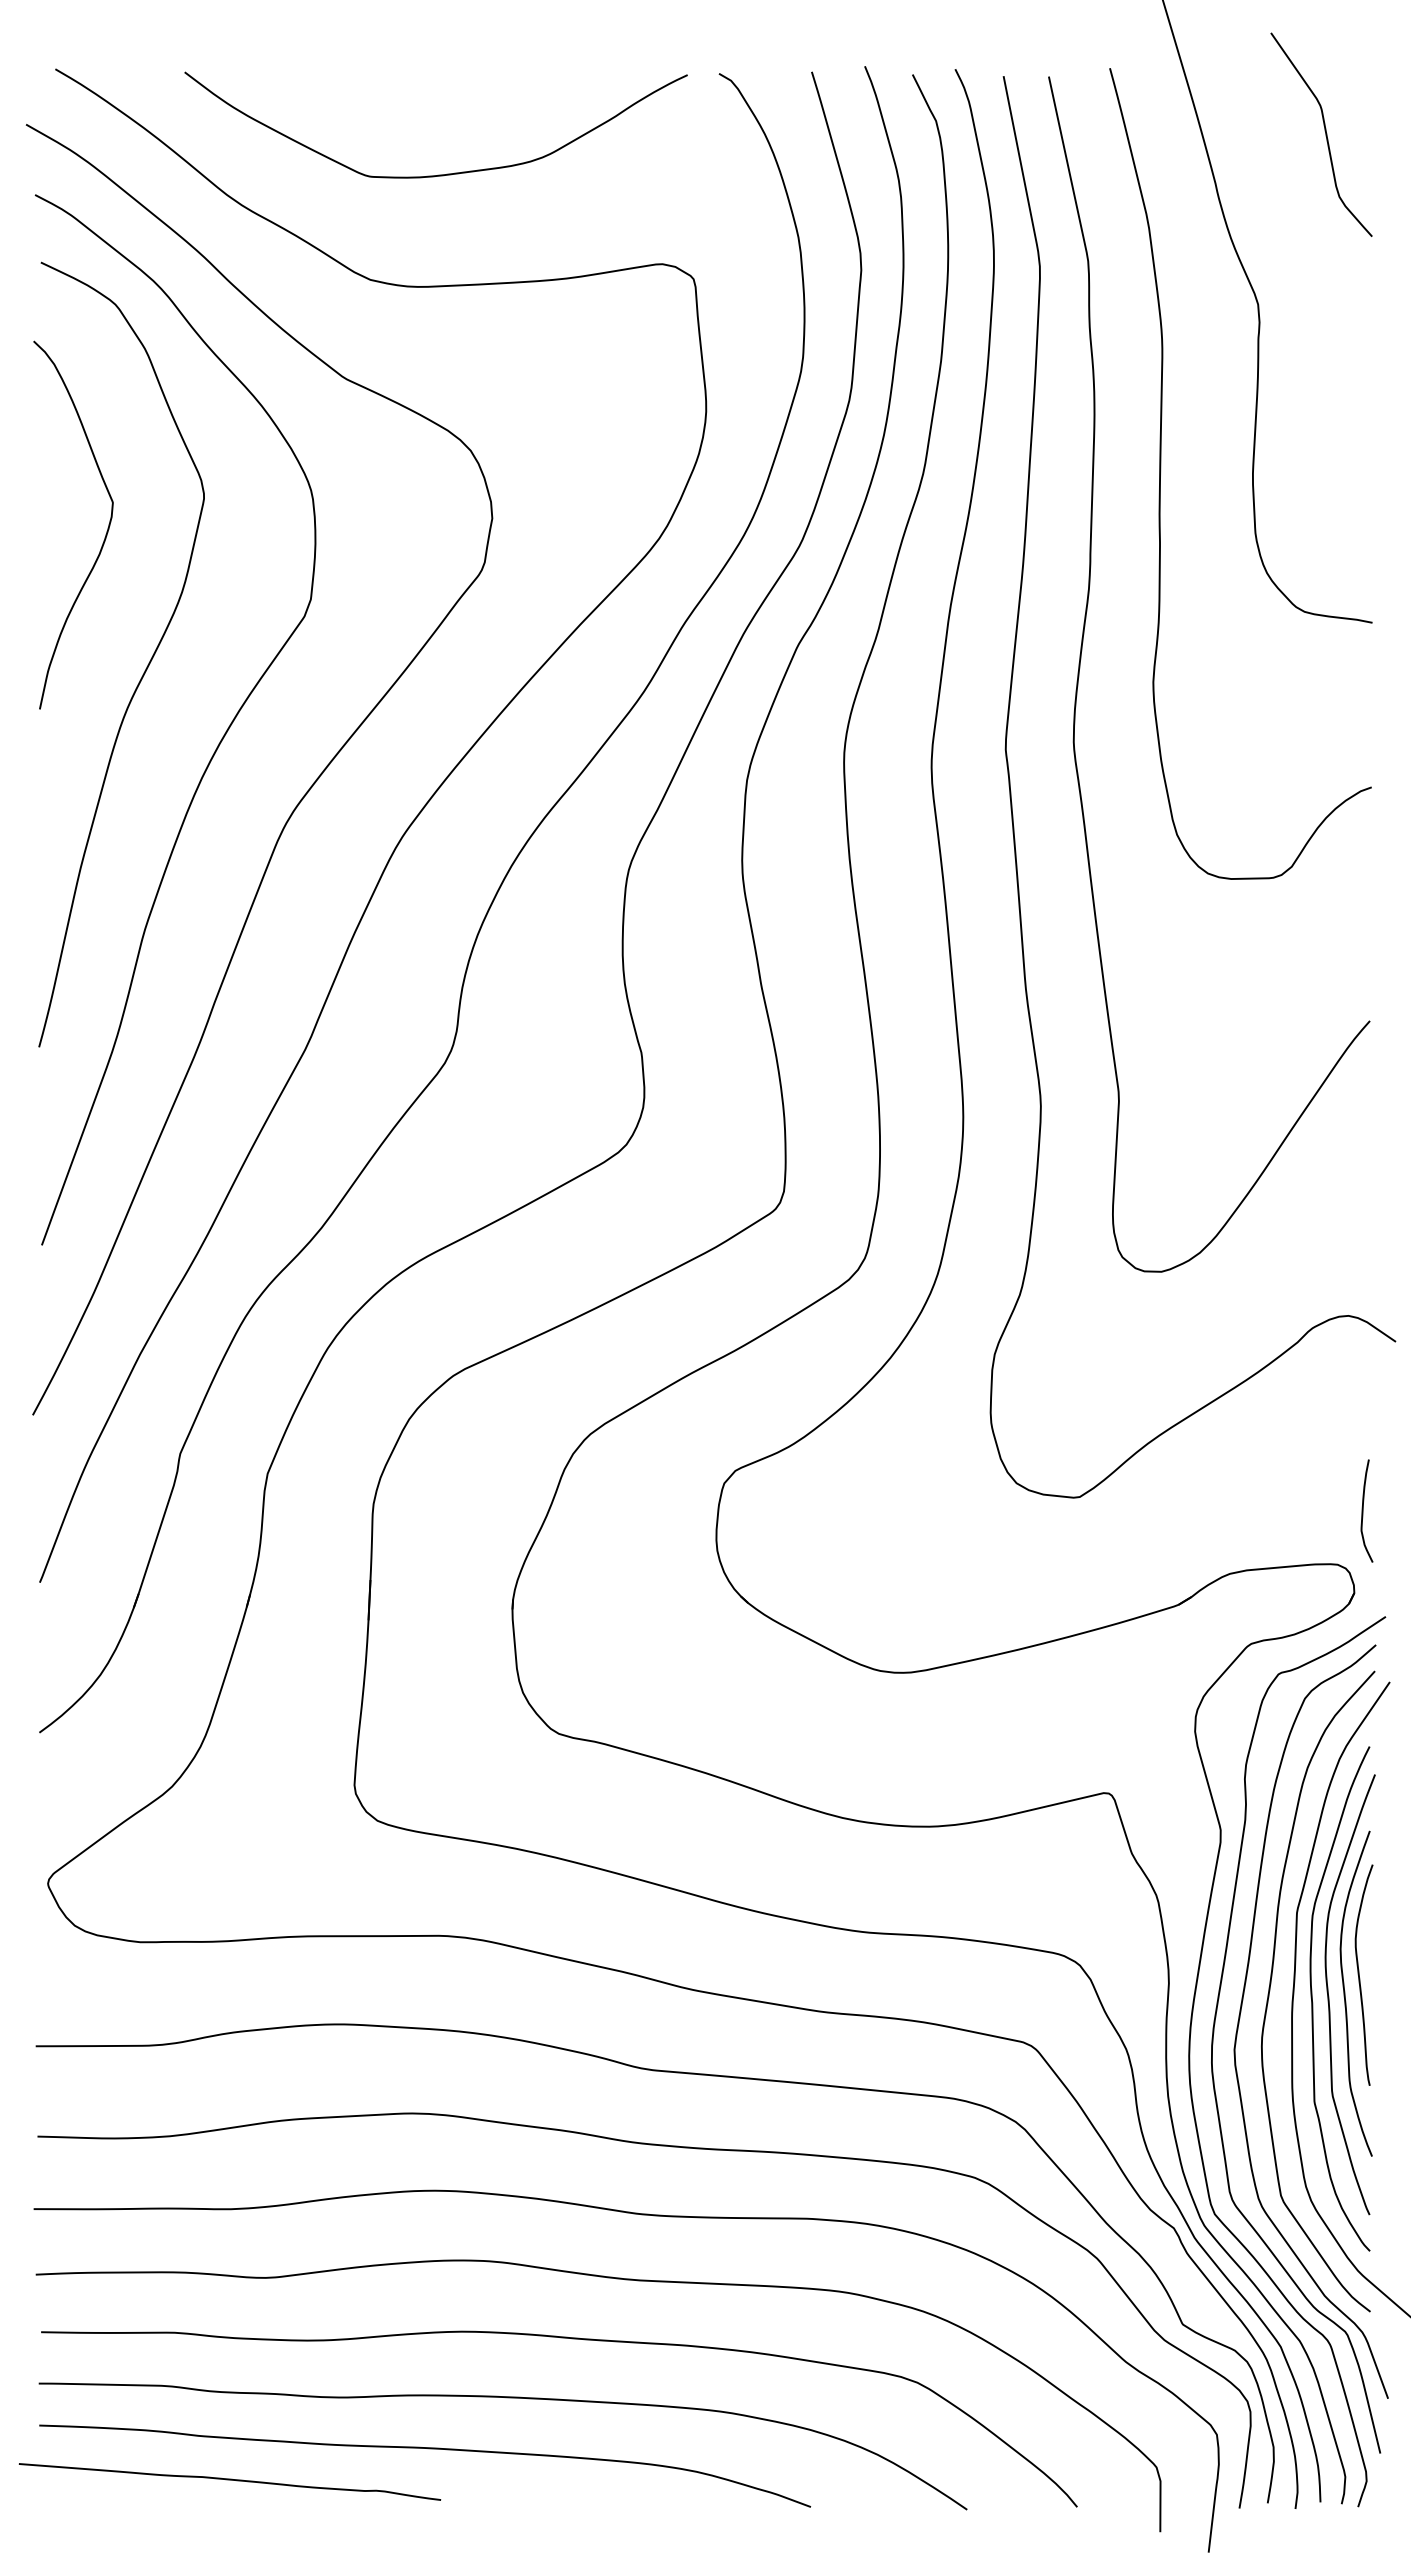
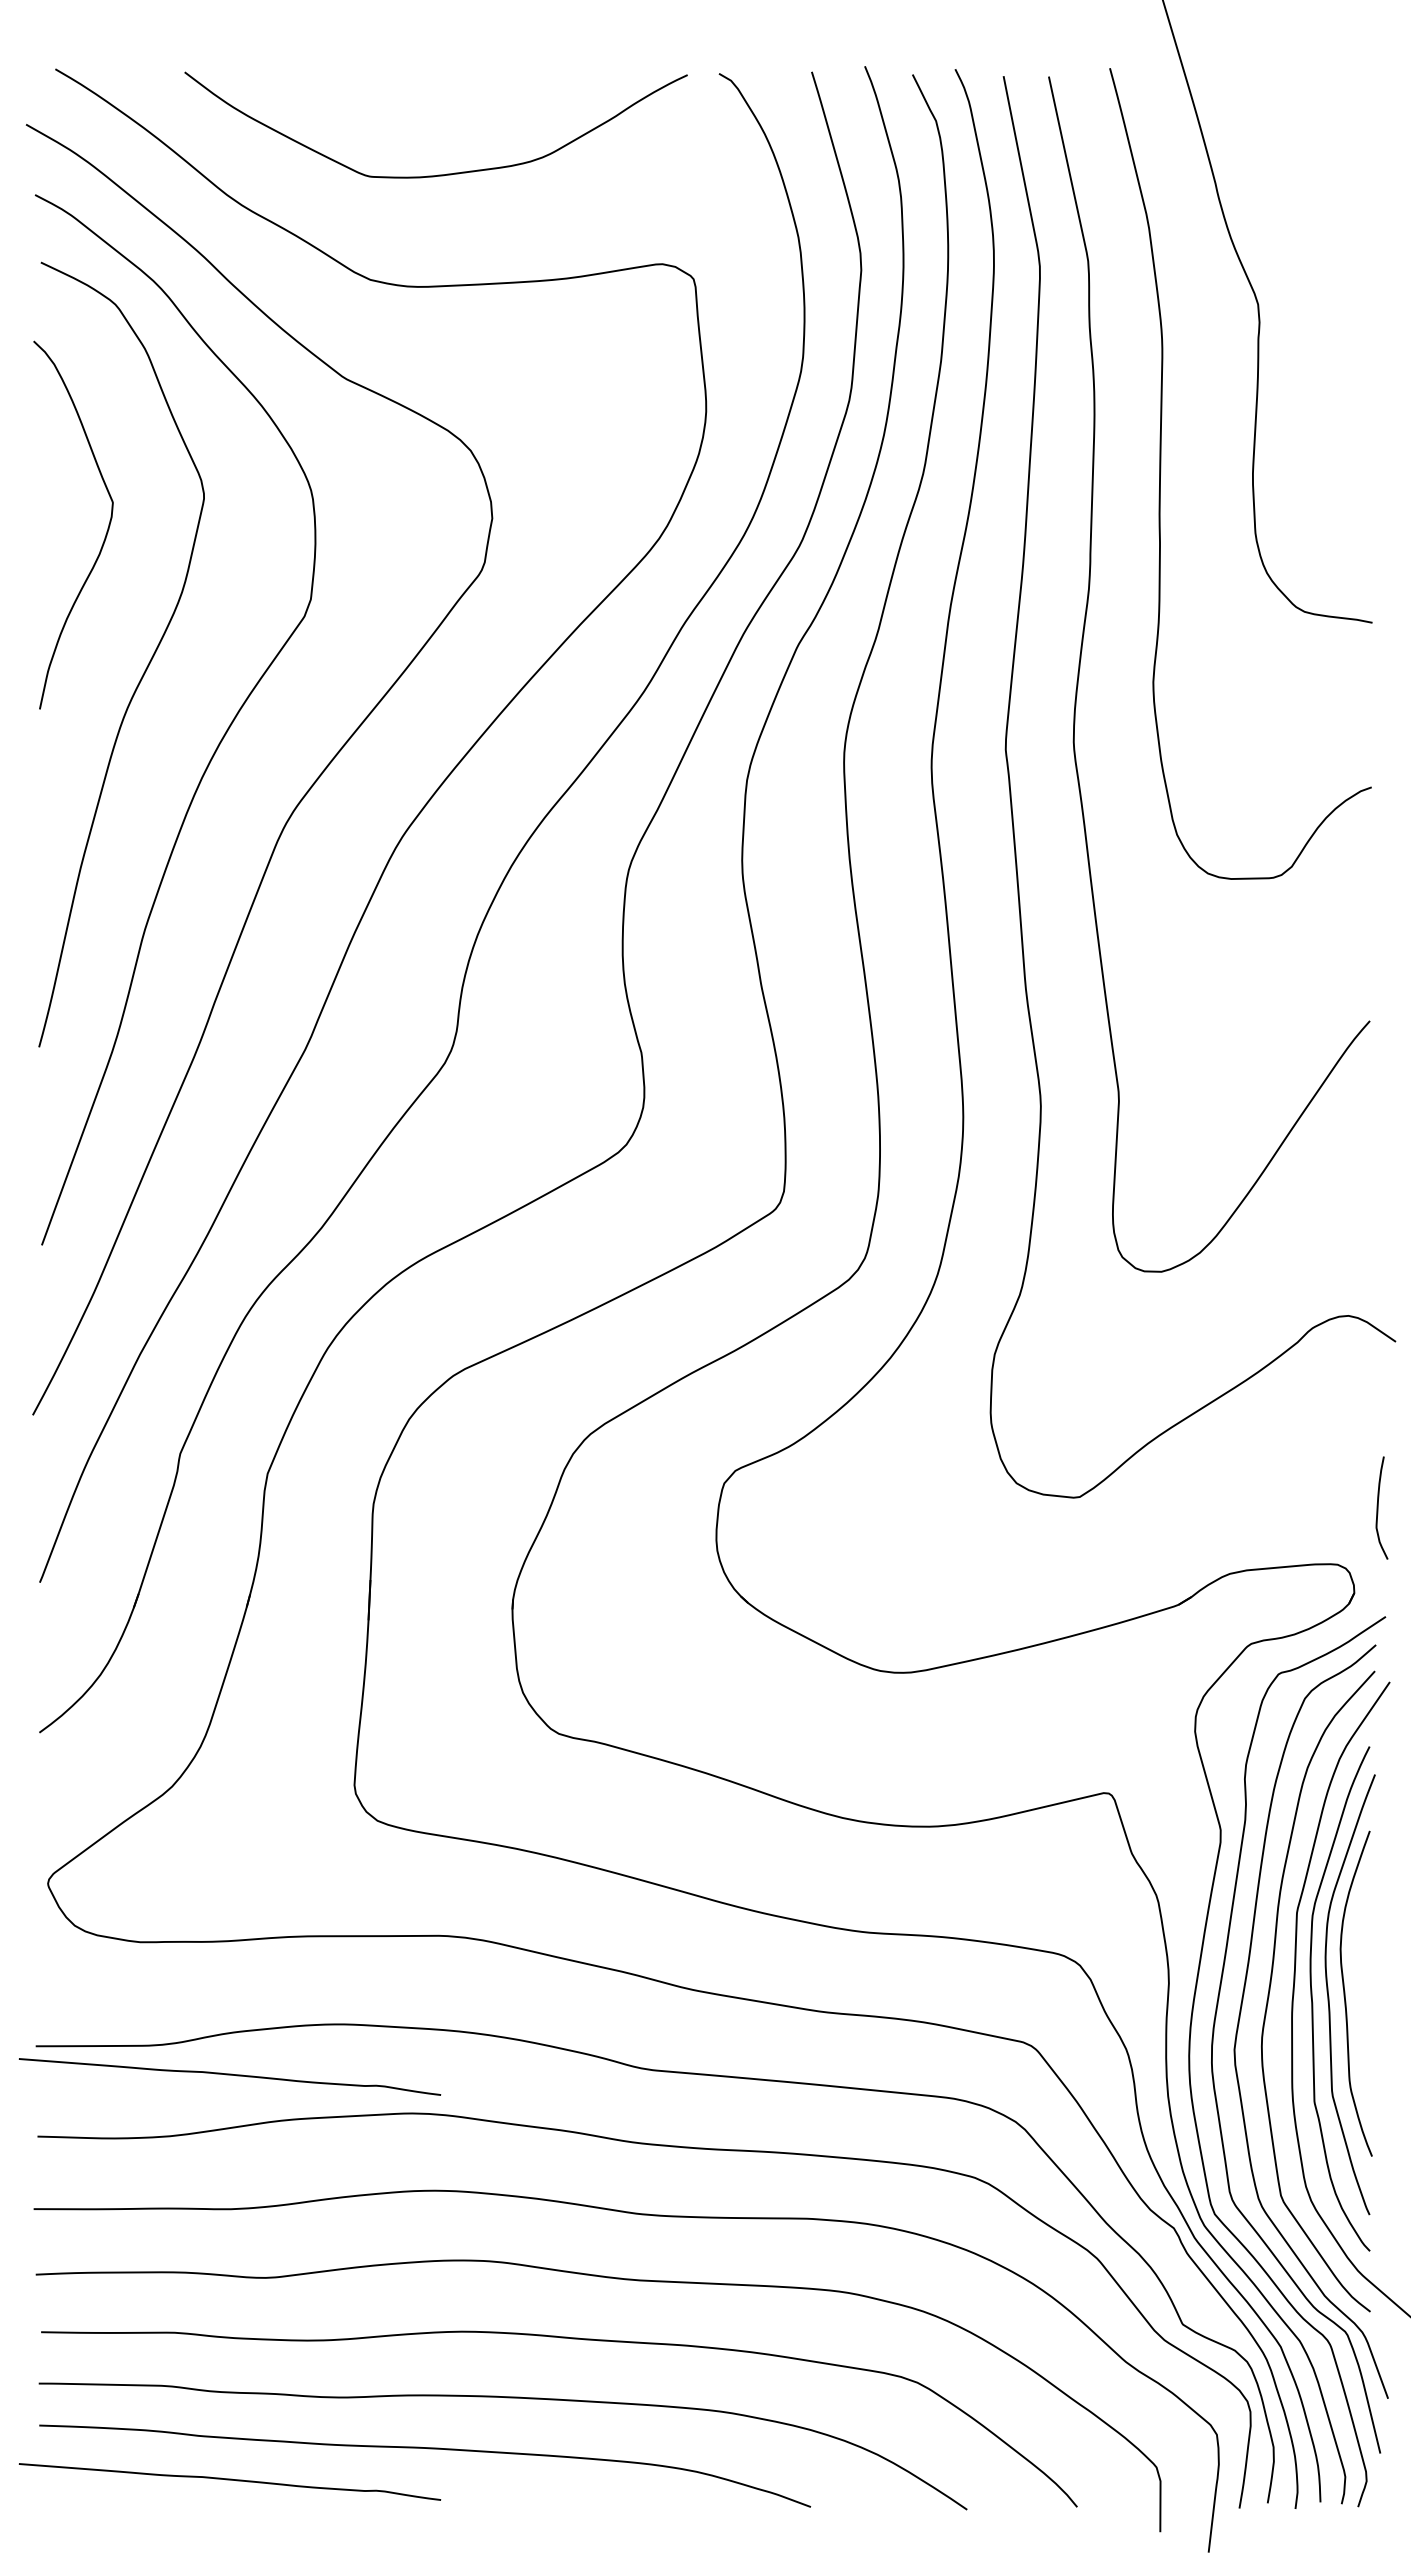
curve at (1325, 134): present -> none
curve at (1363, 1510) position: (1363, 1510) -> (1378, 1507)
curve at (1359, 1974): present -> none
curve at (229, 2075): none -> present
